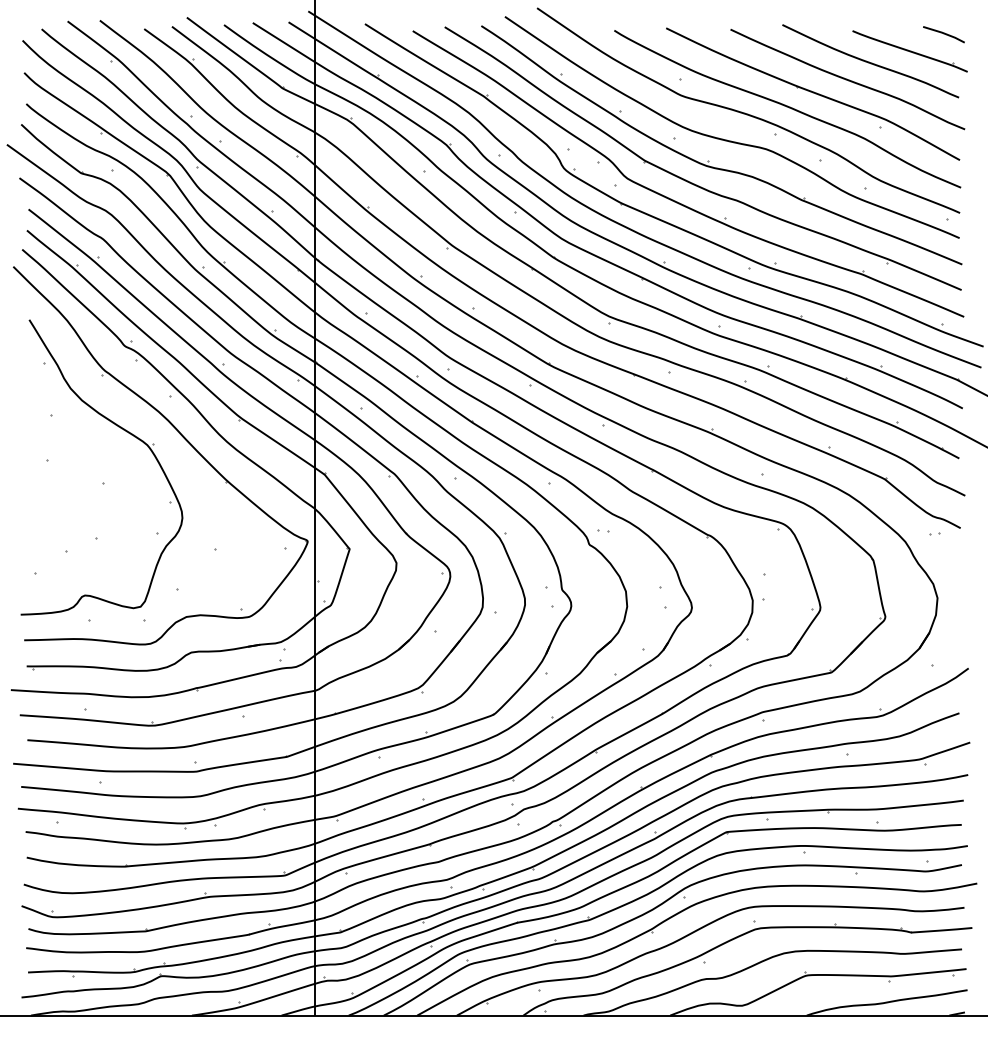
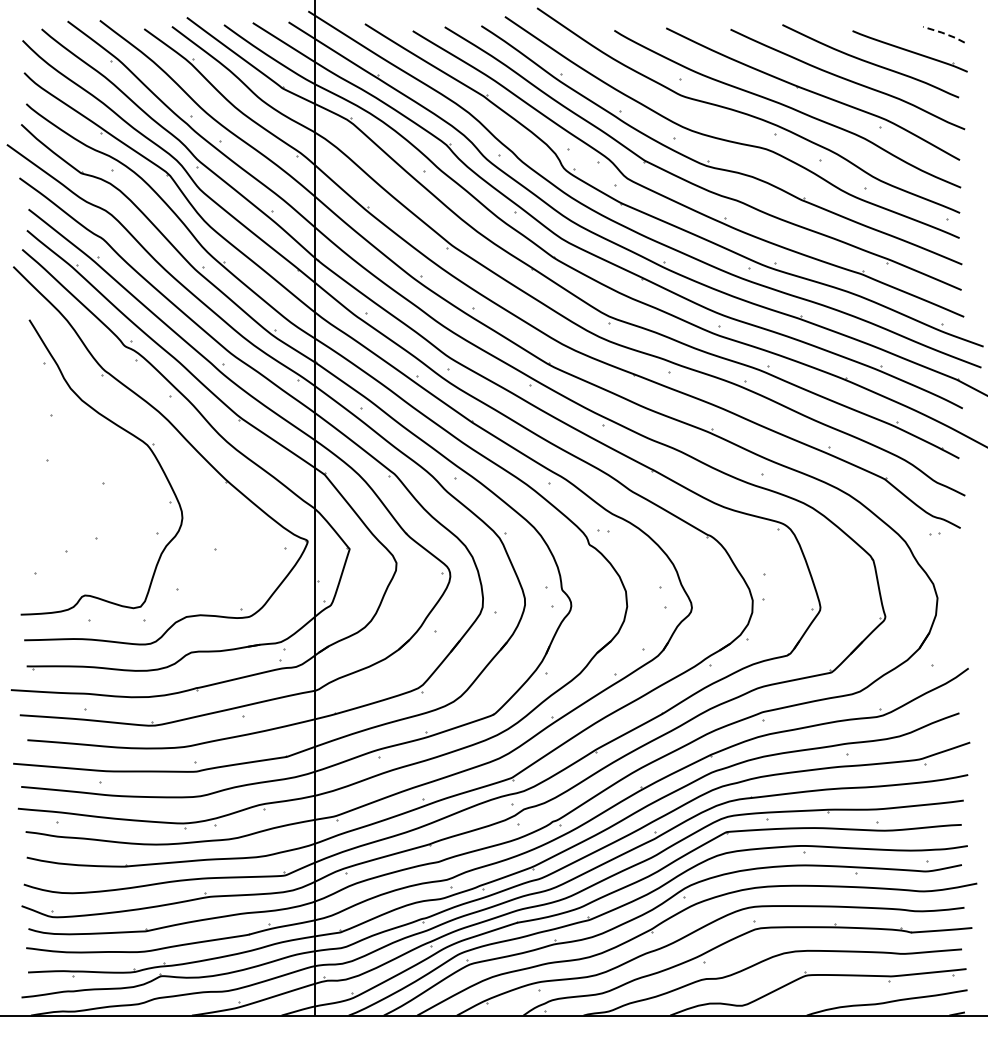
line at (944, 33): solid -> dashed
